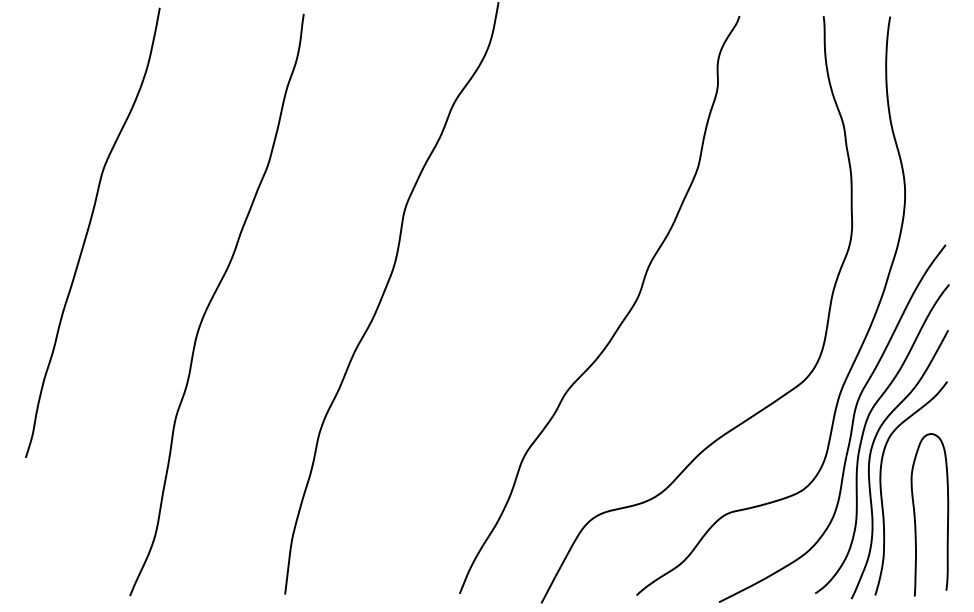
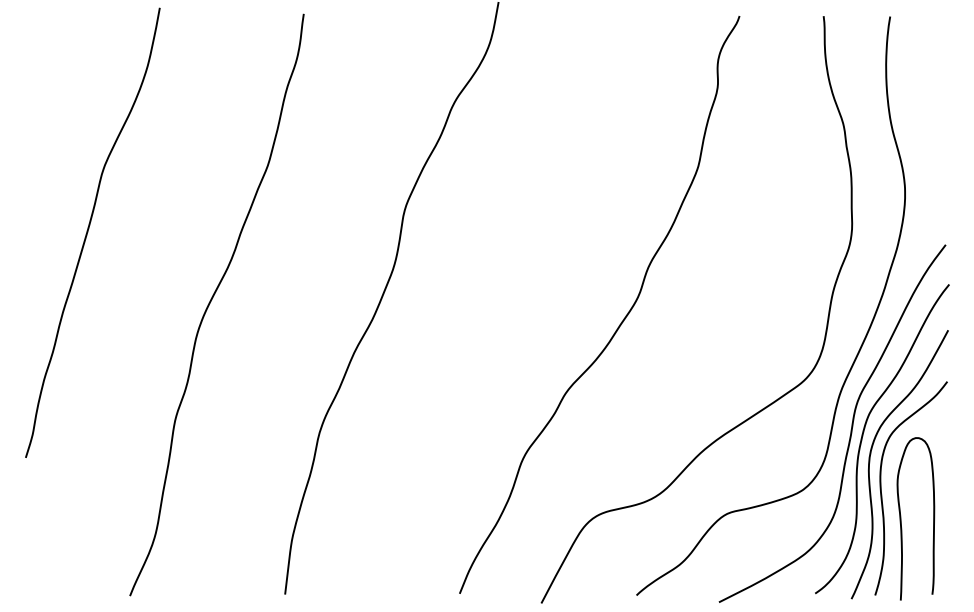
curve at (915, 514) position: (915, 514) -> (901, 518)
